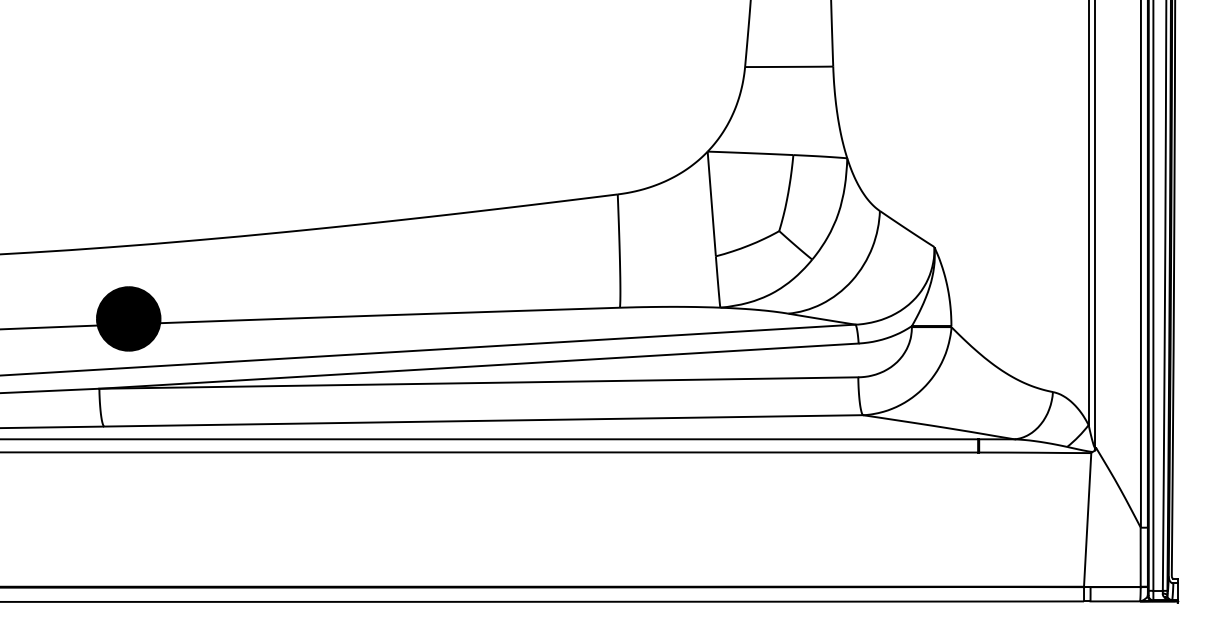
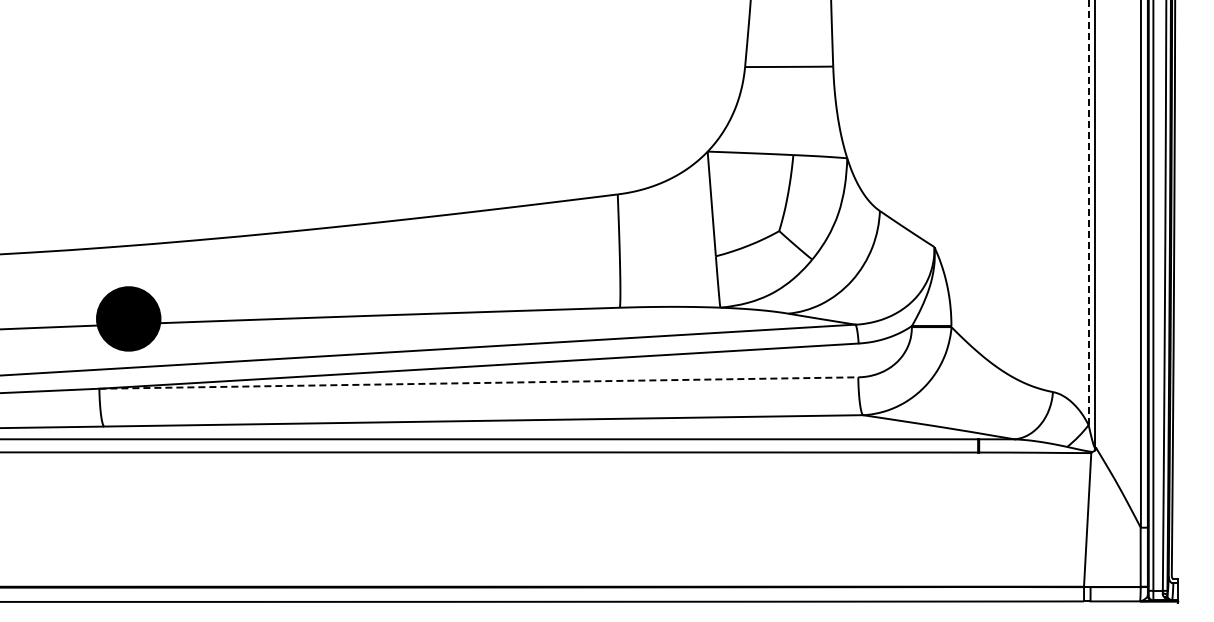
line at (1088, 212): solid -> dashed
line at (479, 383): solid -> dashed
